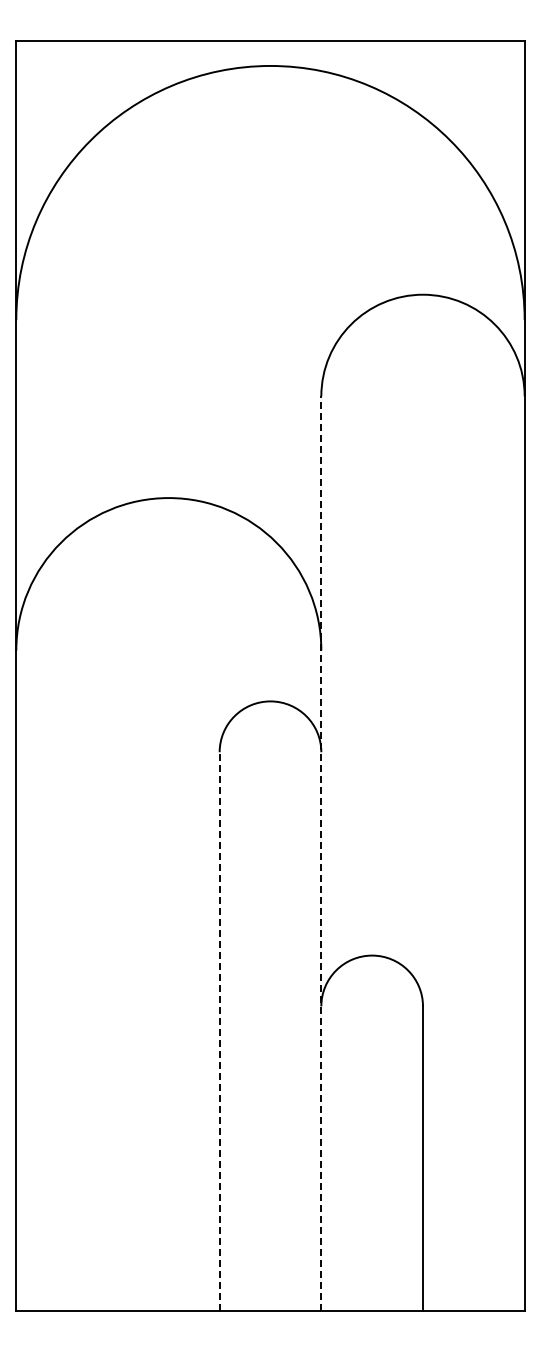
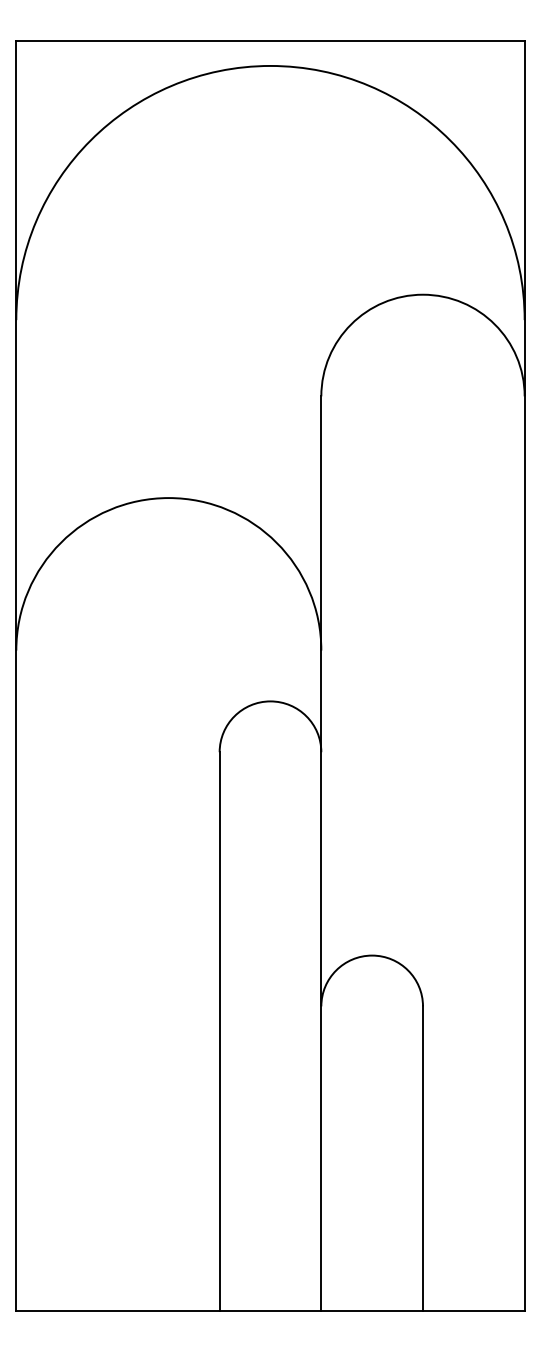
line at (321, 853): dashed -> solid
line at (219, 1031): dashed -> solid
